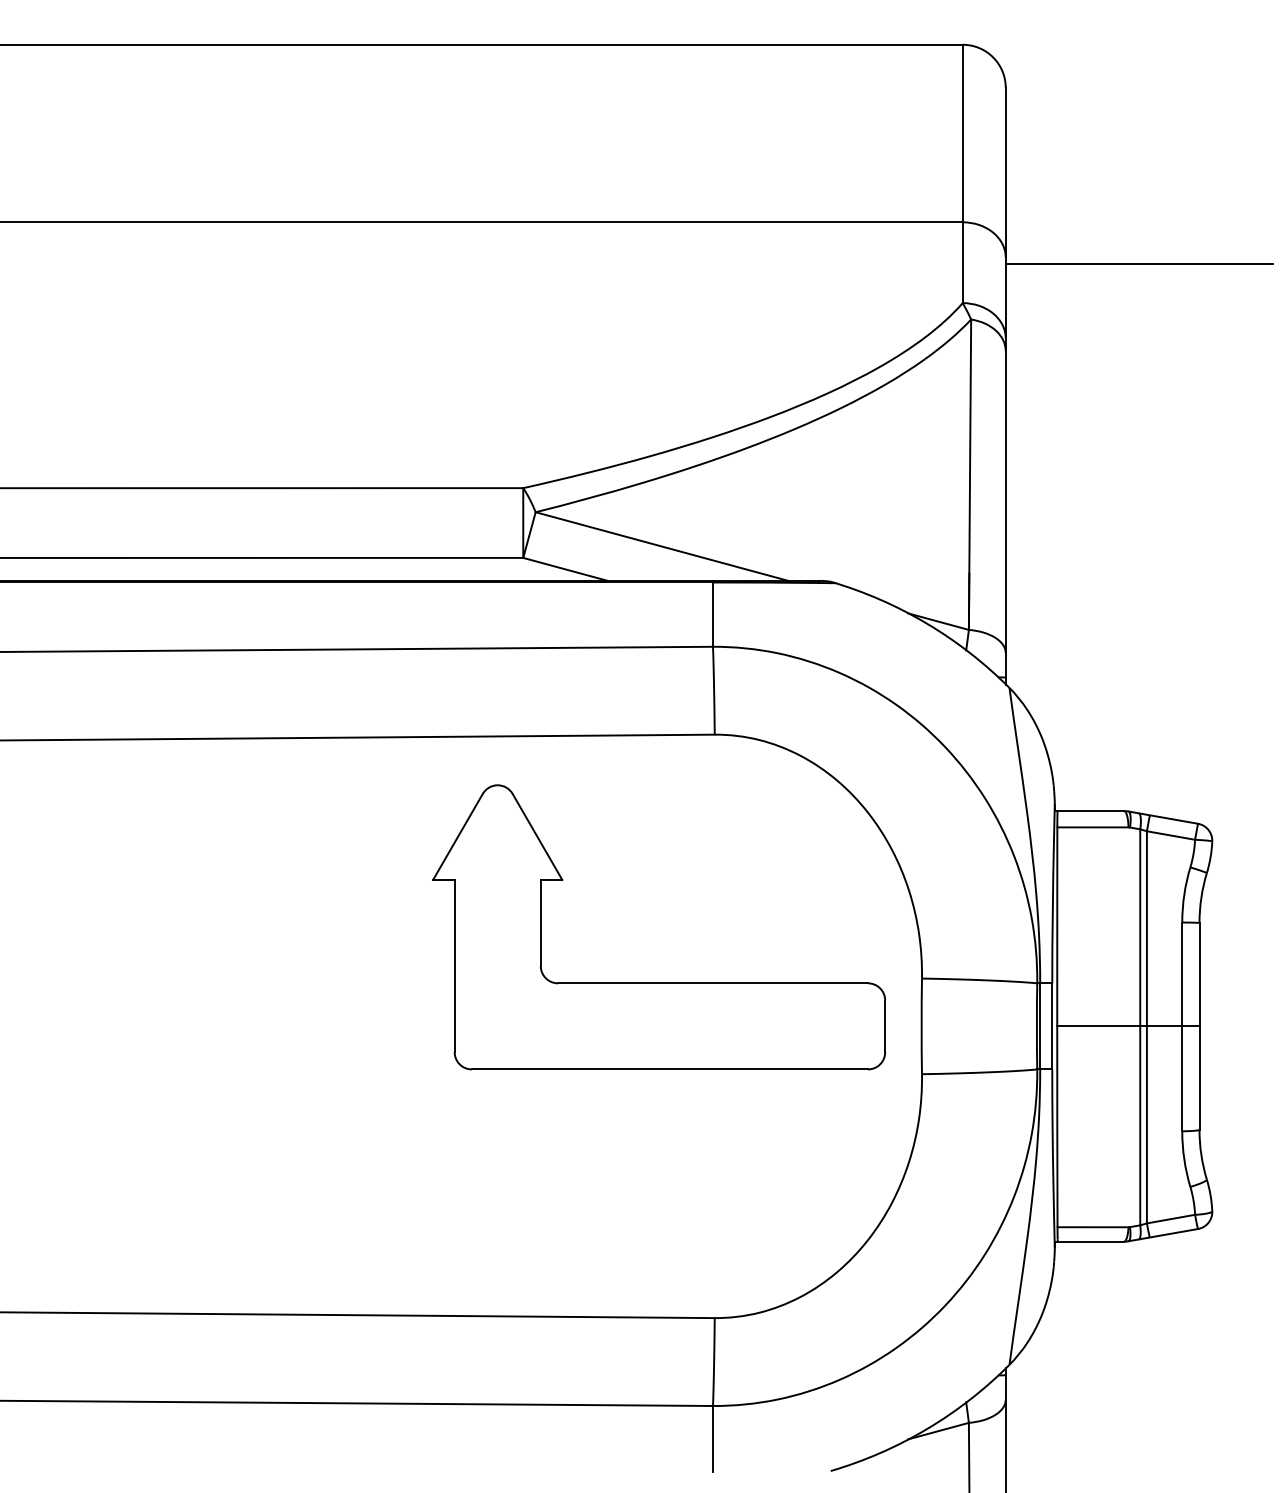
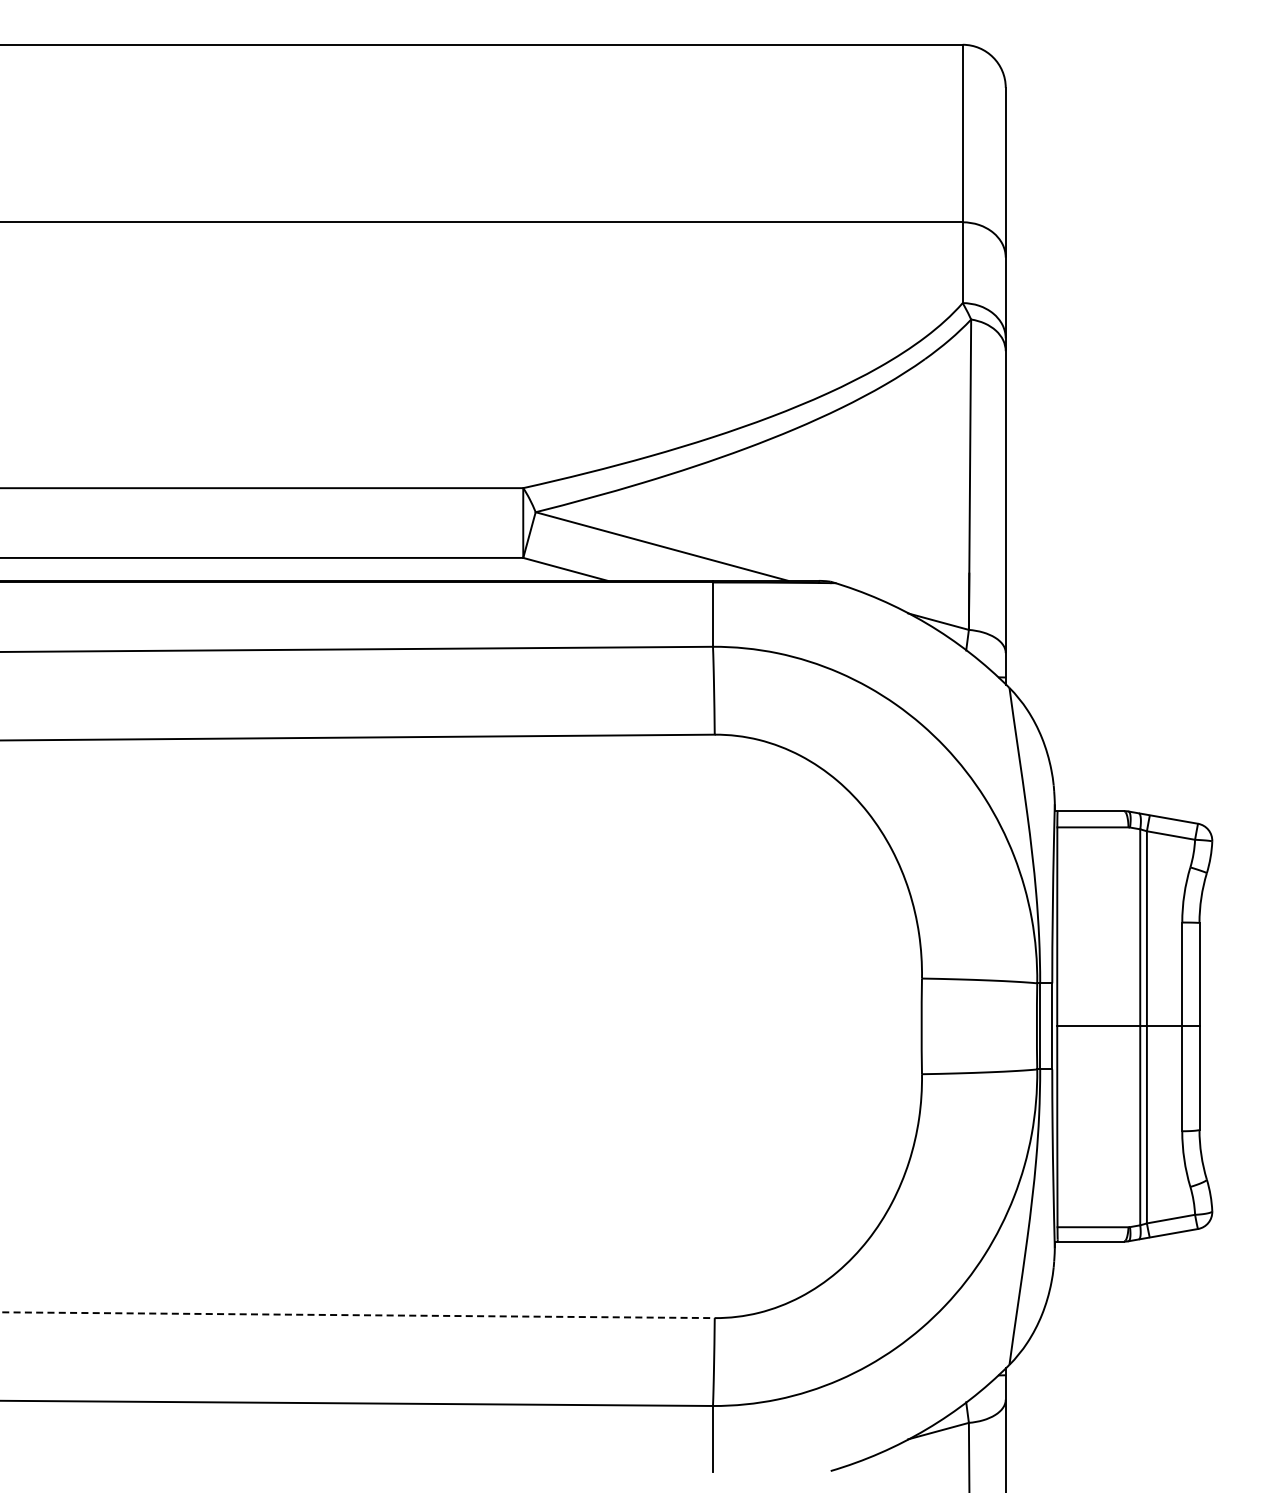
line at (1138, 264): present -> none
part at (659, 982): present -> none
line at (357, 1315): solid -> dashed
